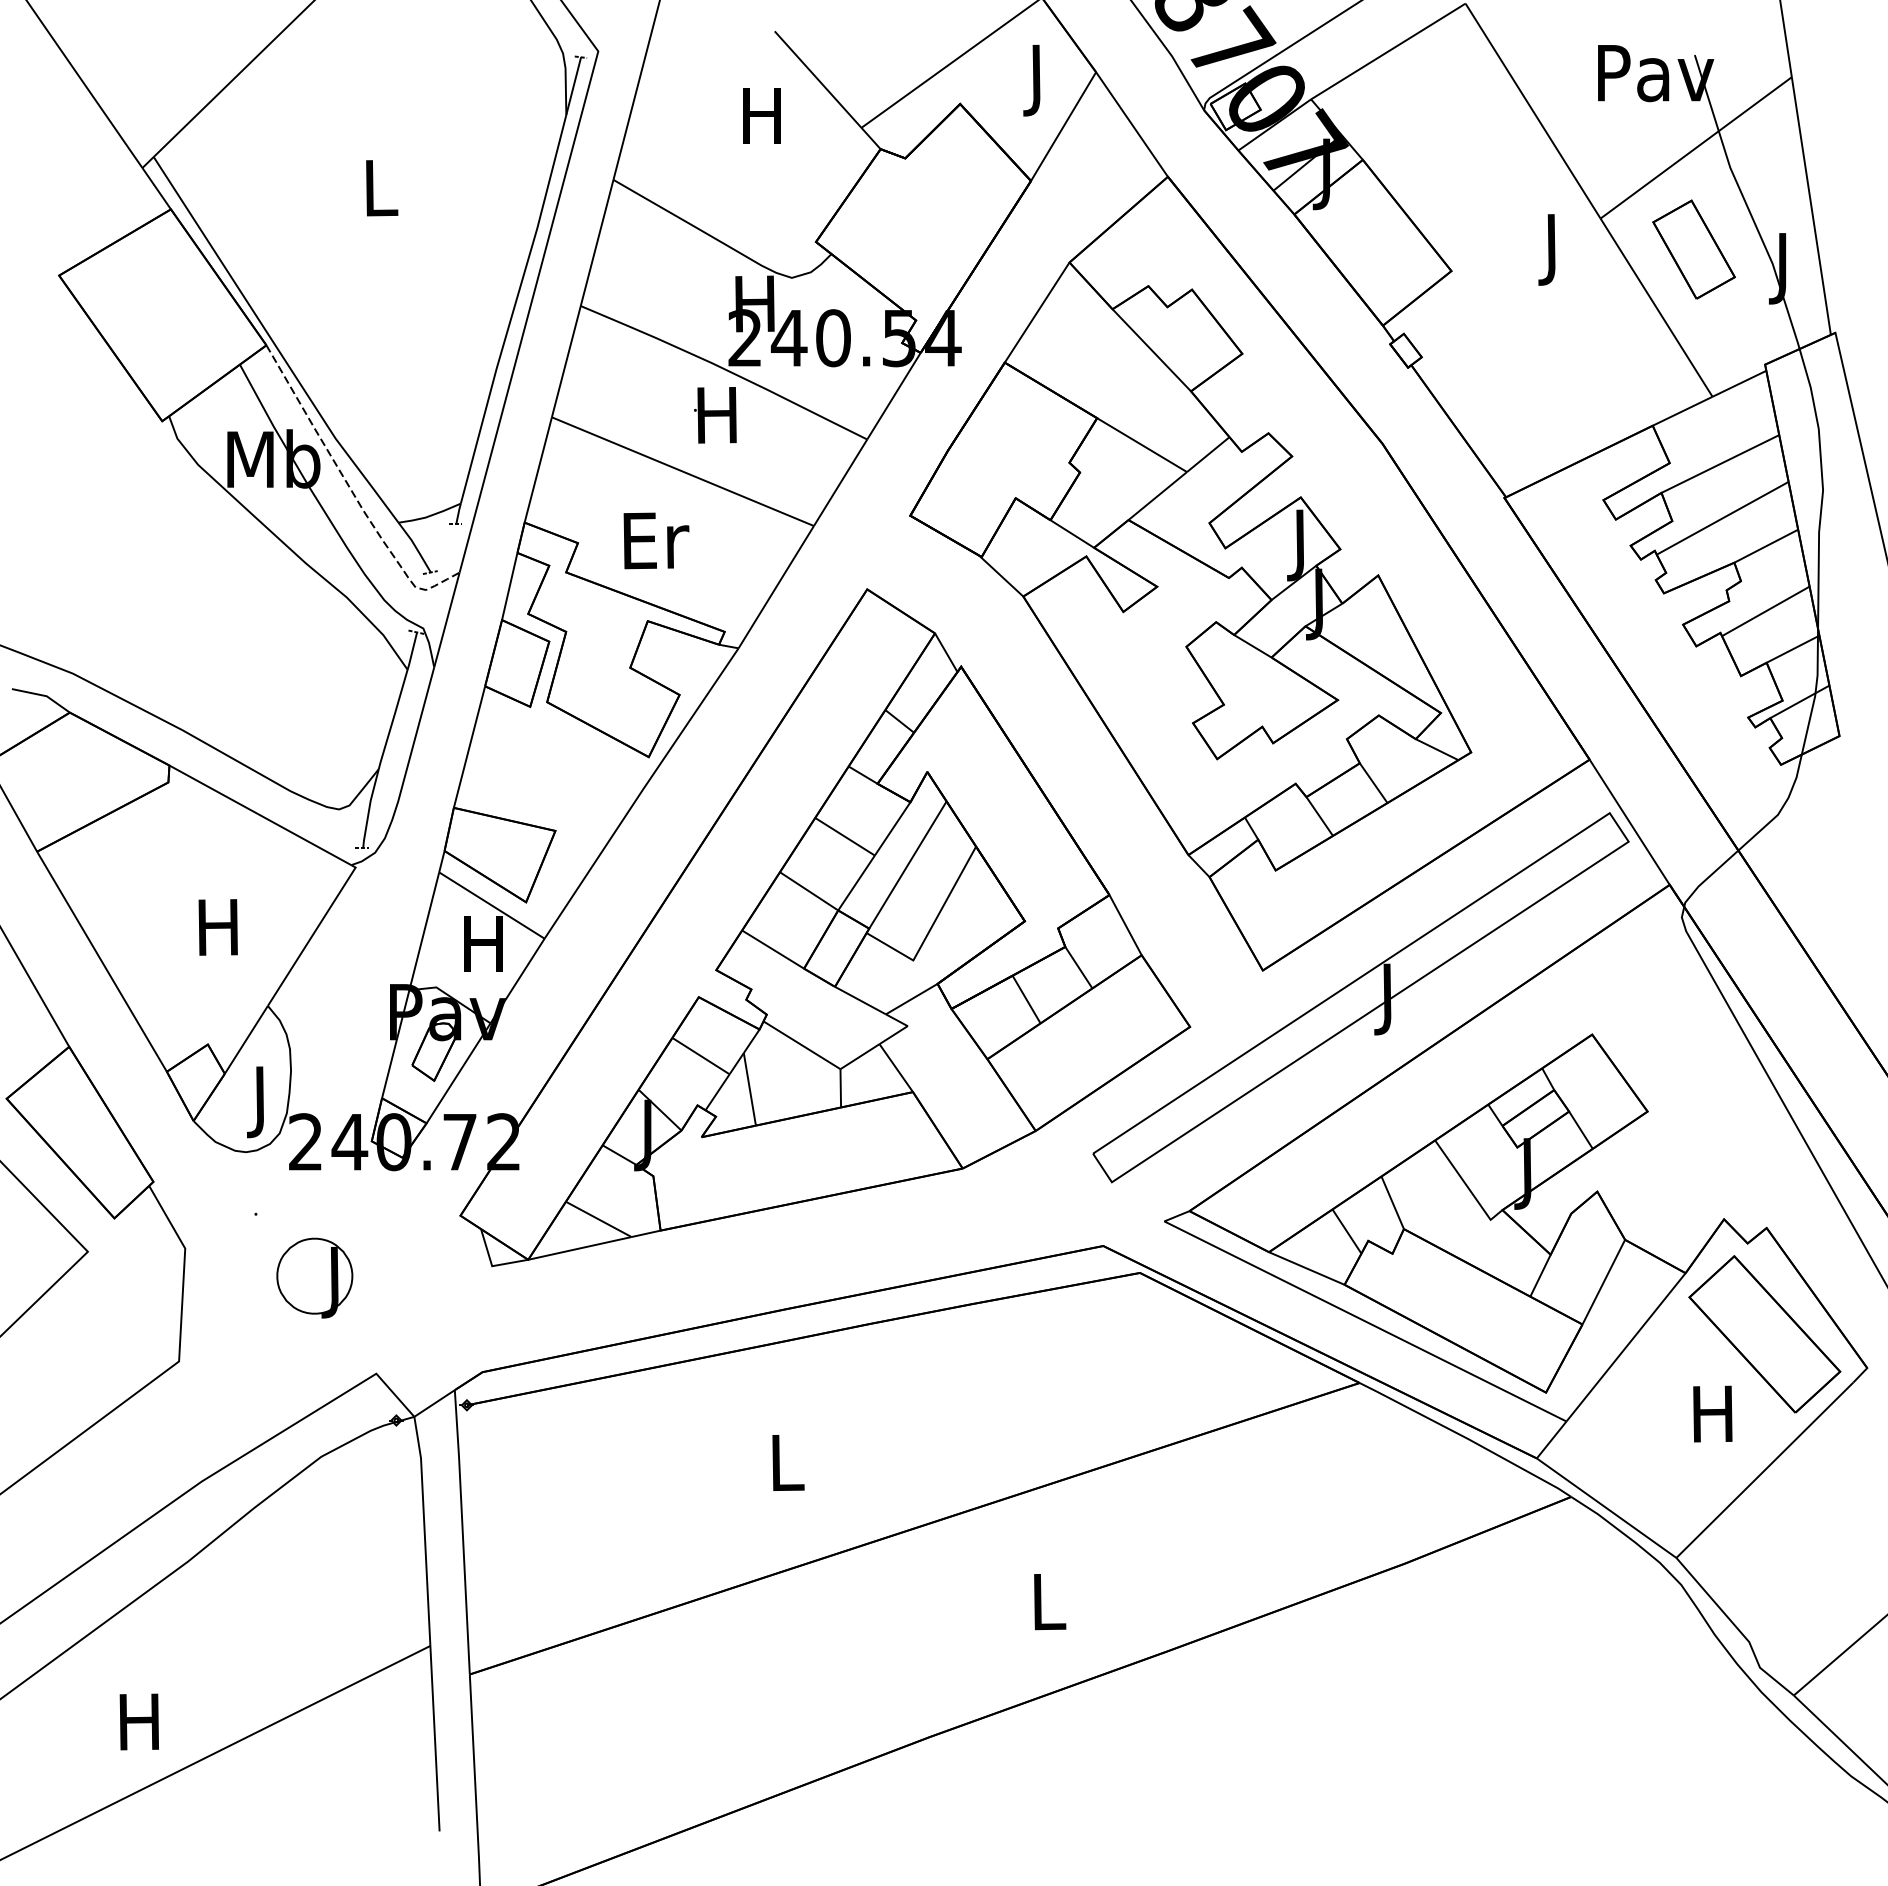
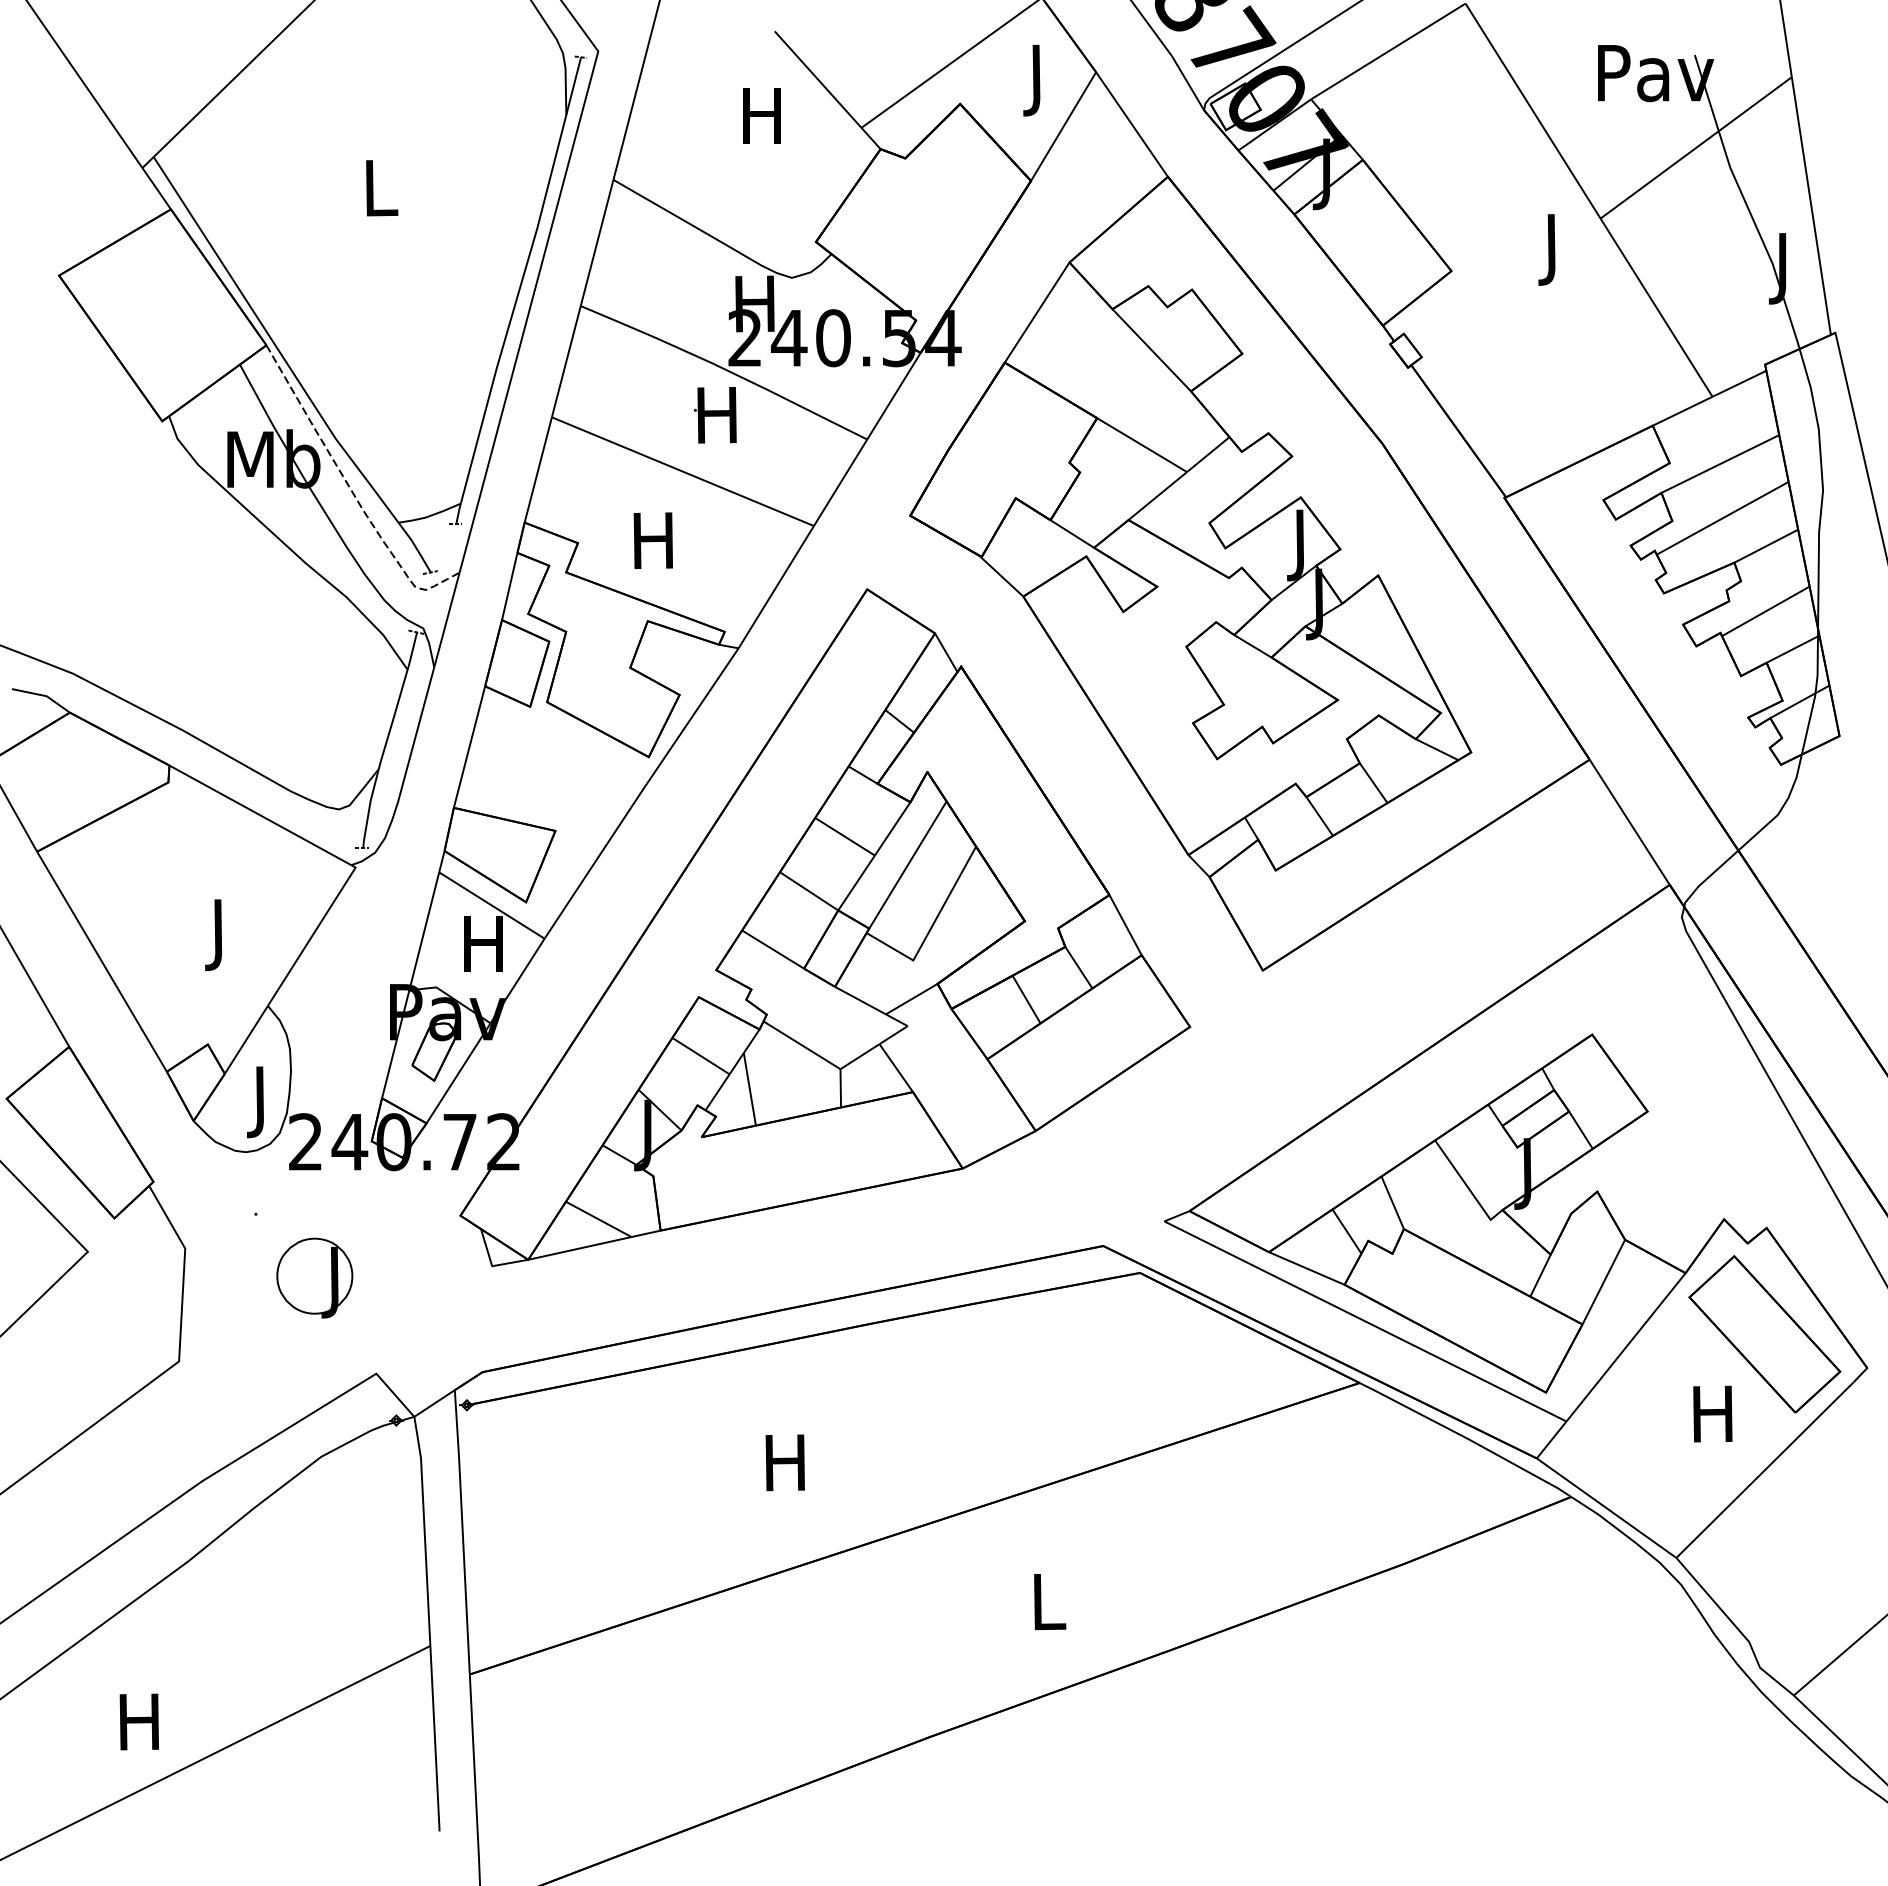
part at (1693, 249): present -> none
text at (656, 540): Er -> H
text at (217, 935): H -> J
part at (1360, 997): present -> none
text at (784, 1462): L -> H
